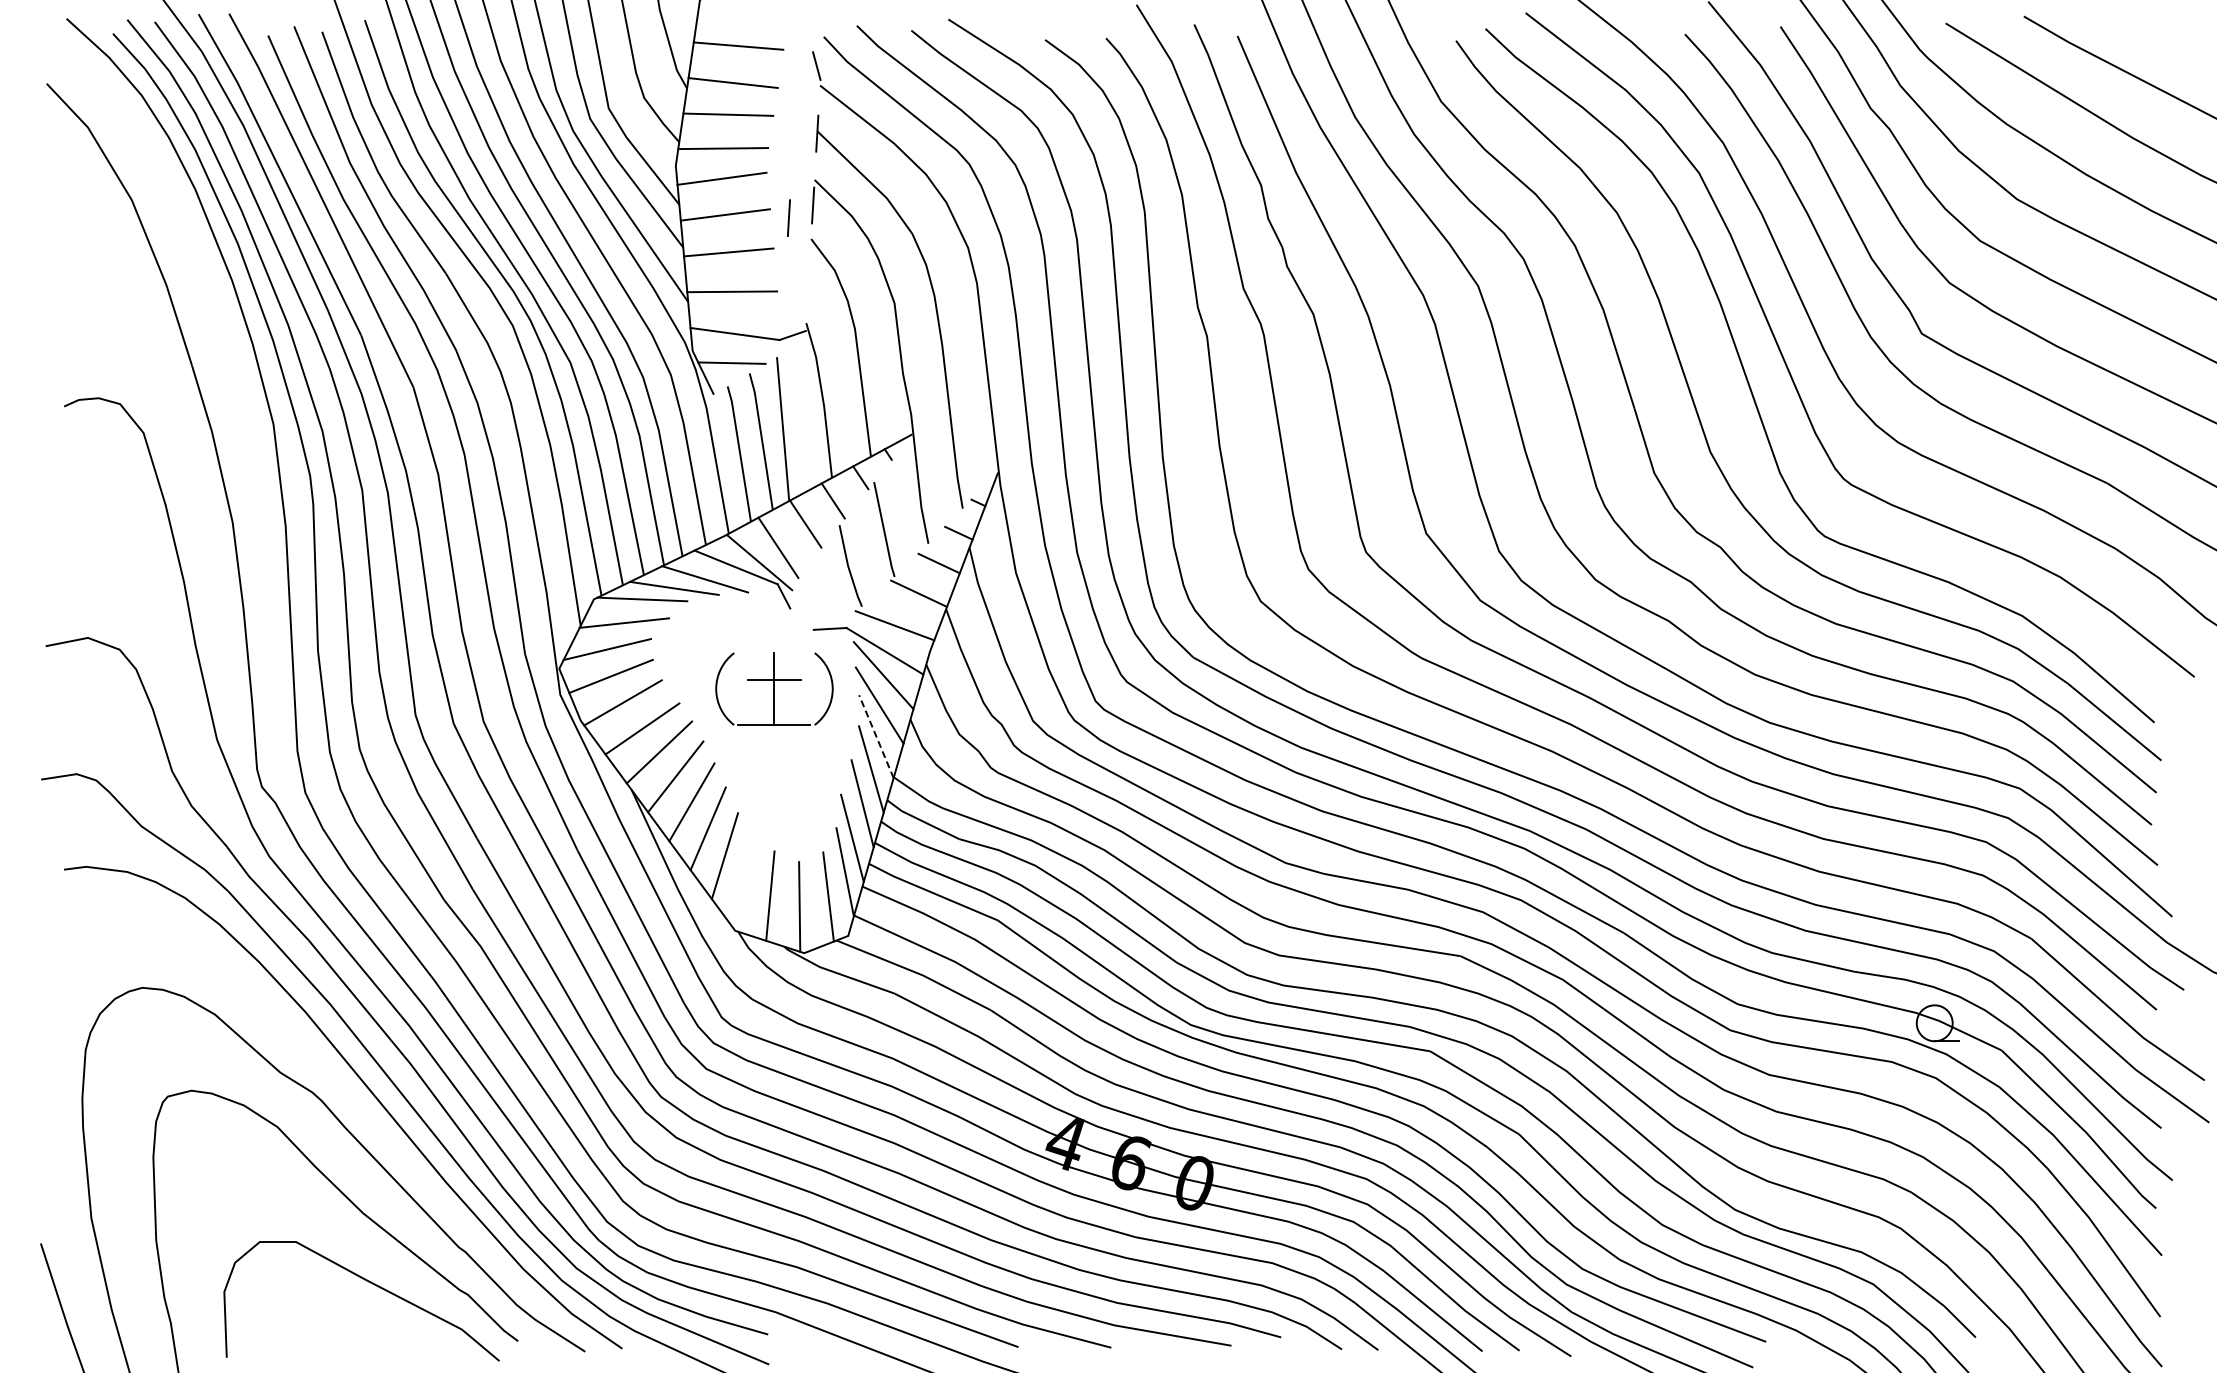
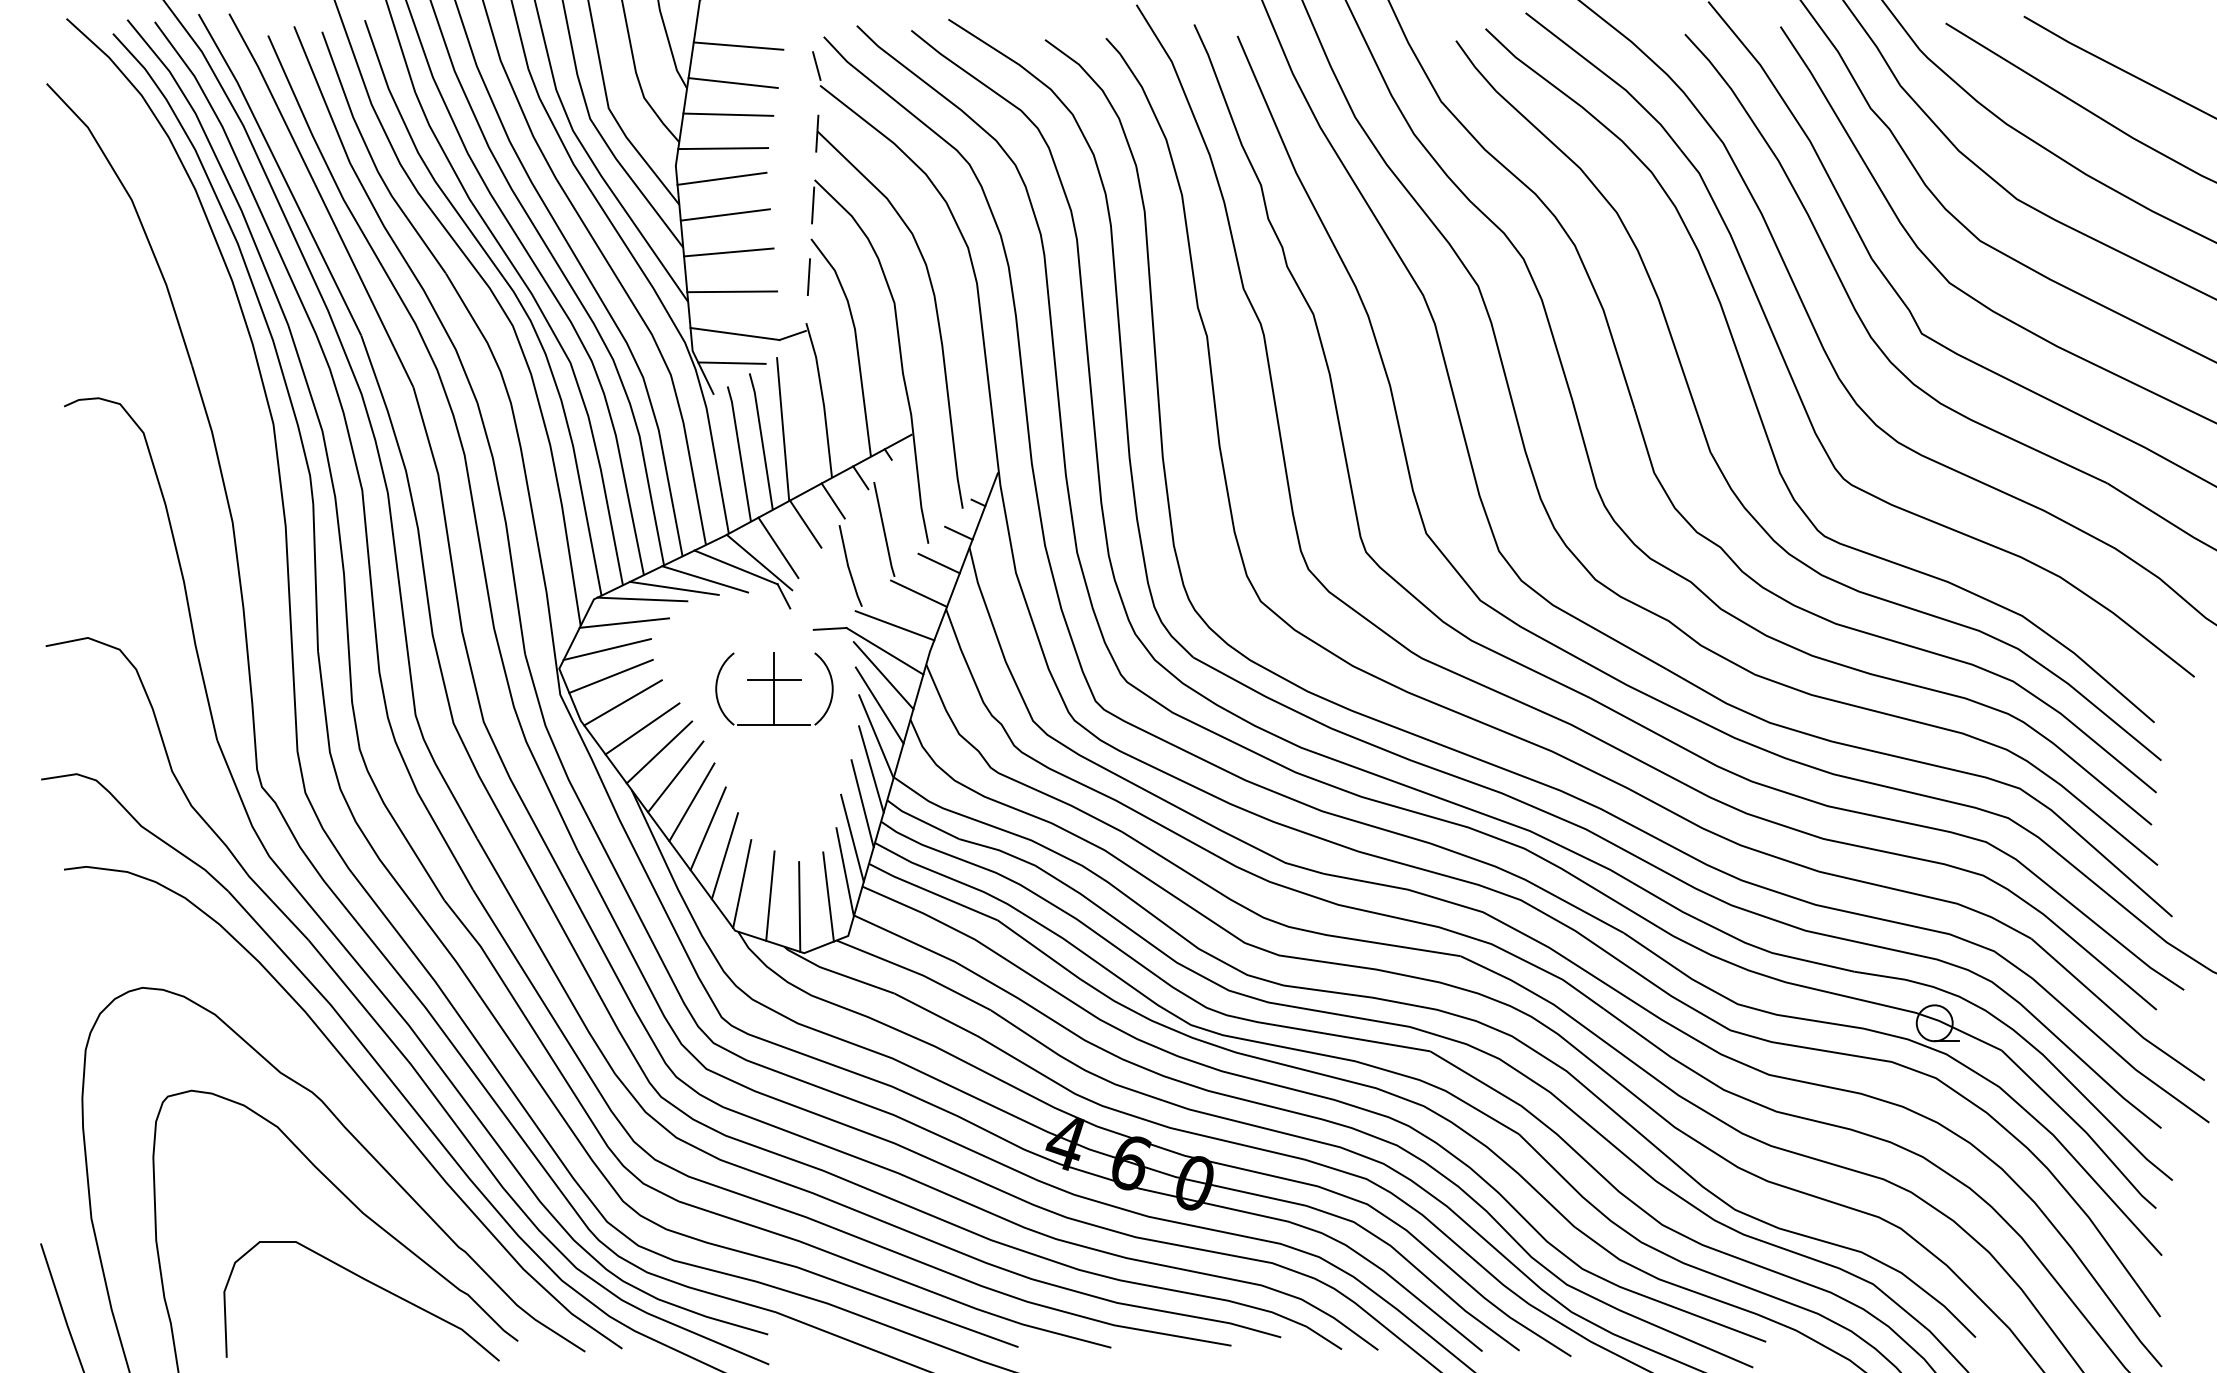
line at (788, 217) position: (788, 217) -> (808, 276)
line at (876, 736): dashed -> solid
line at (742, 884): none -> present
